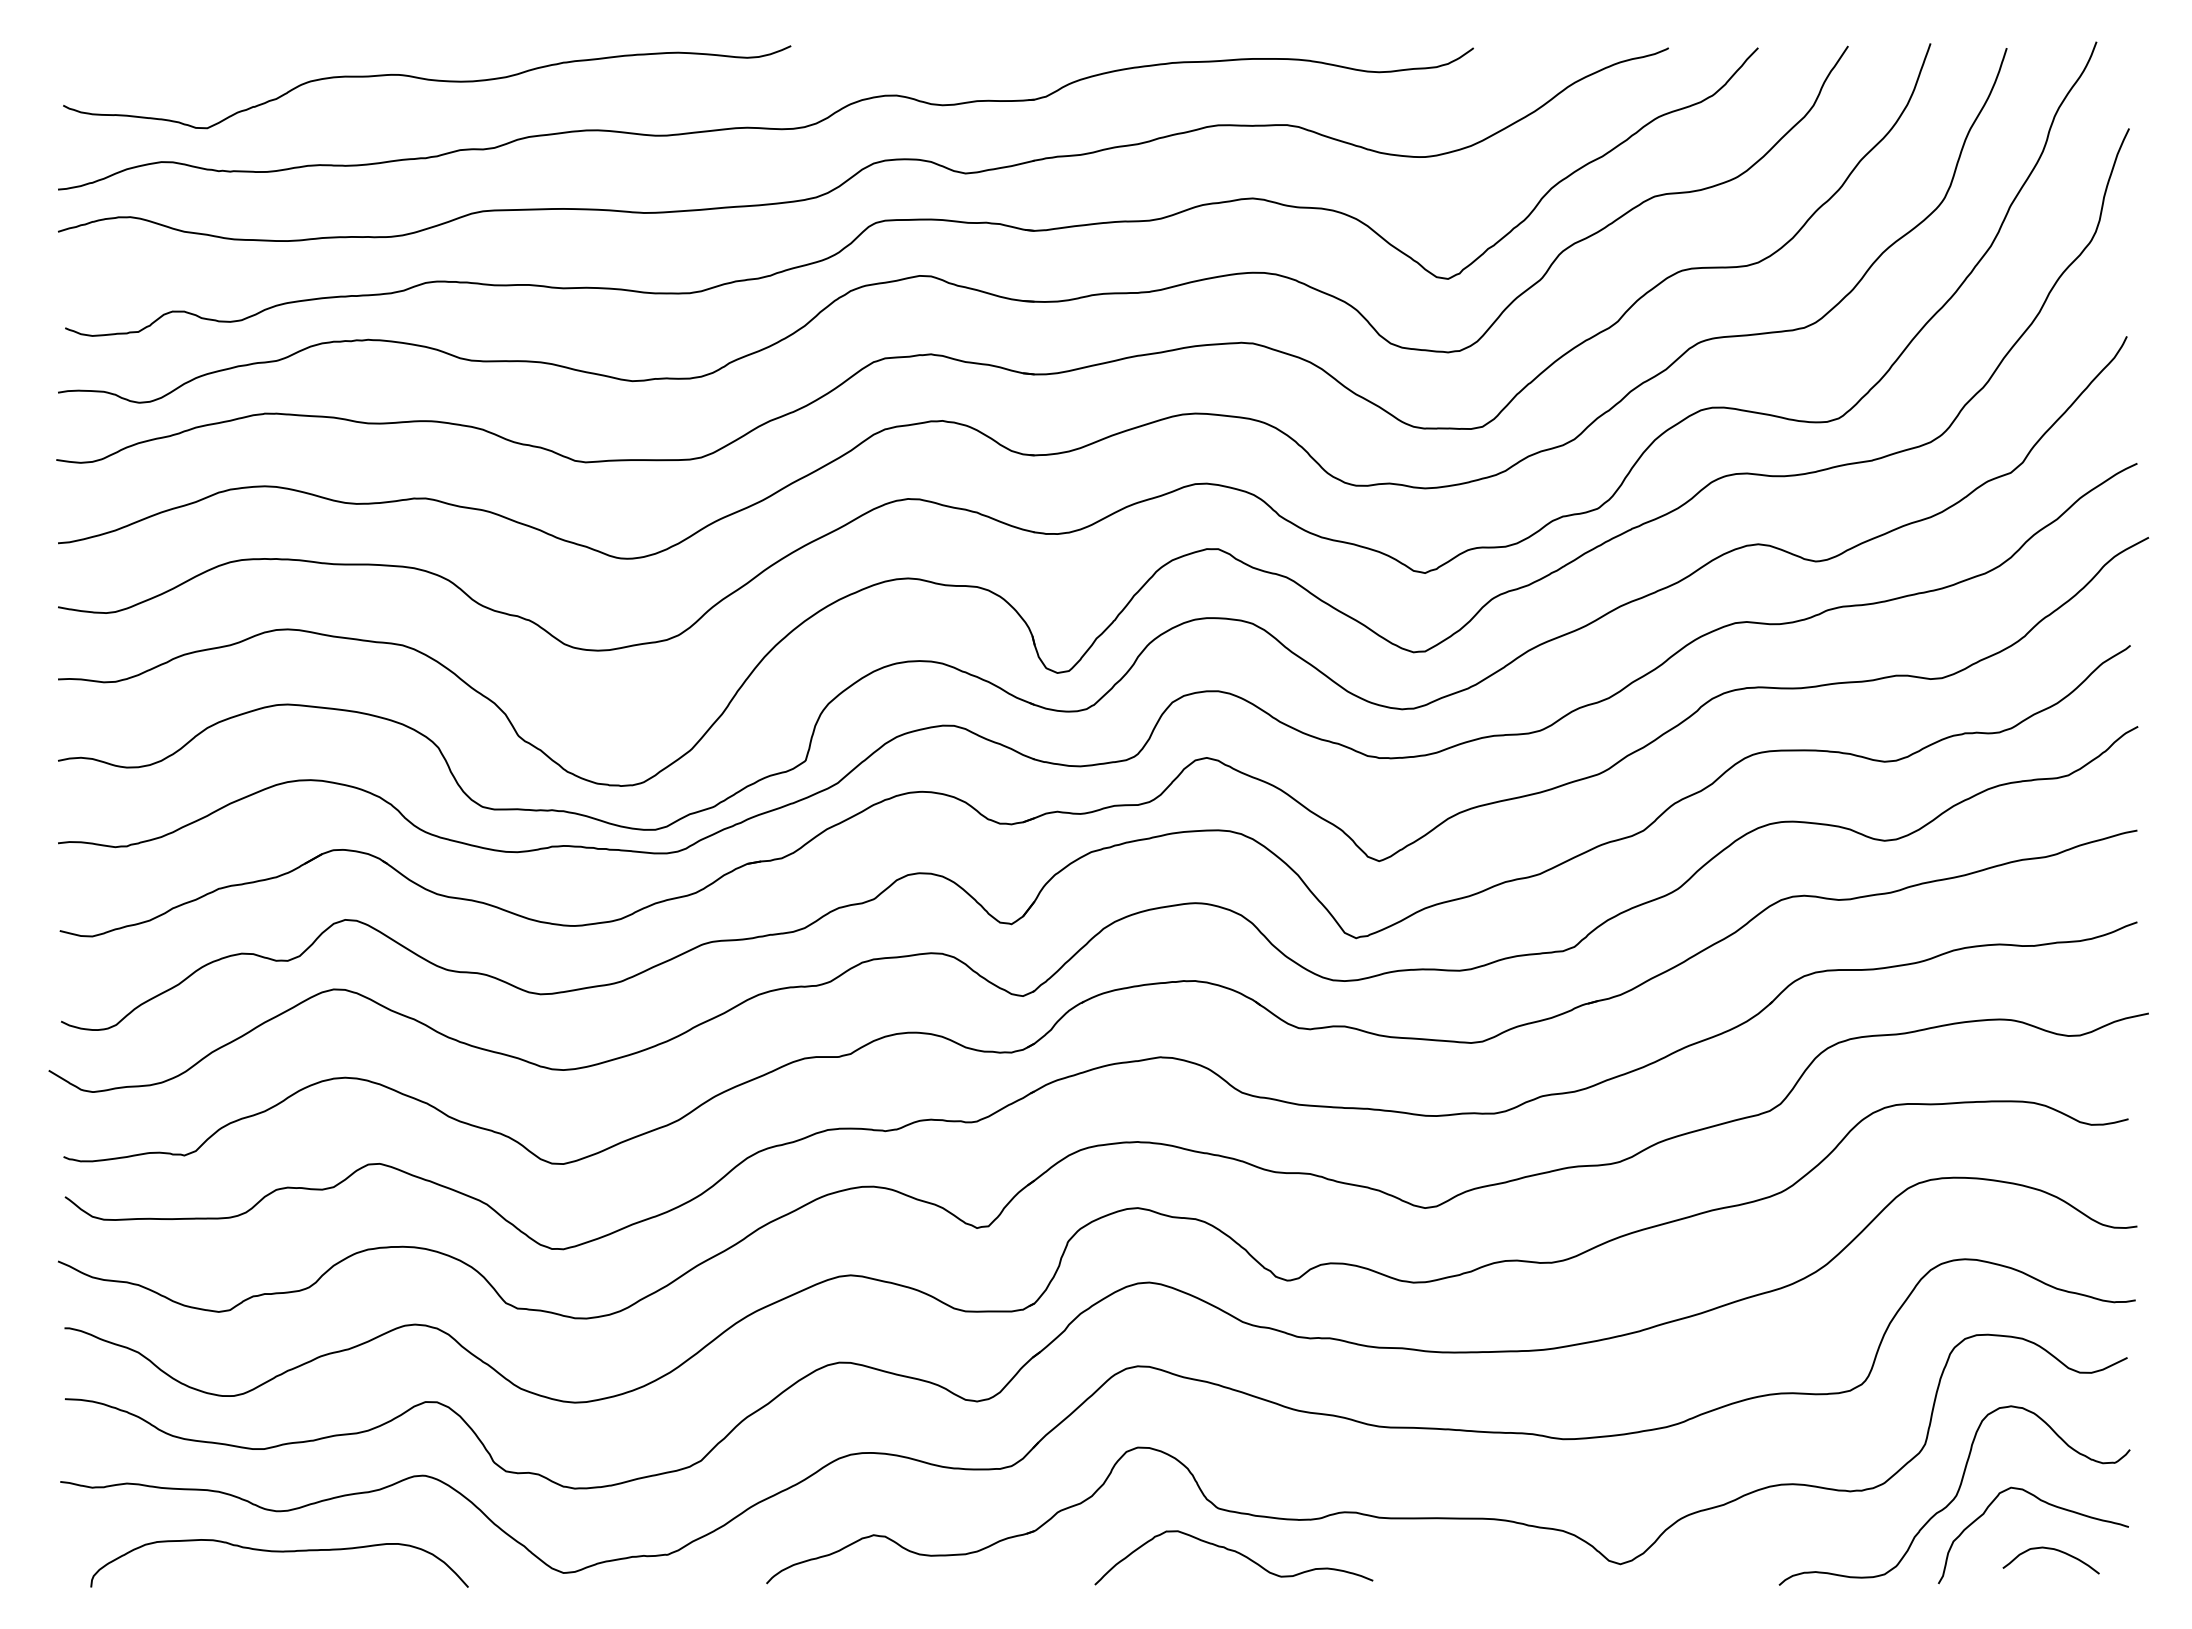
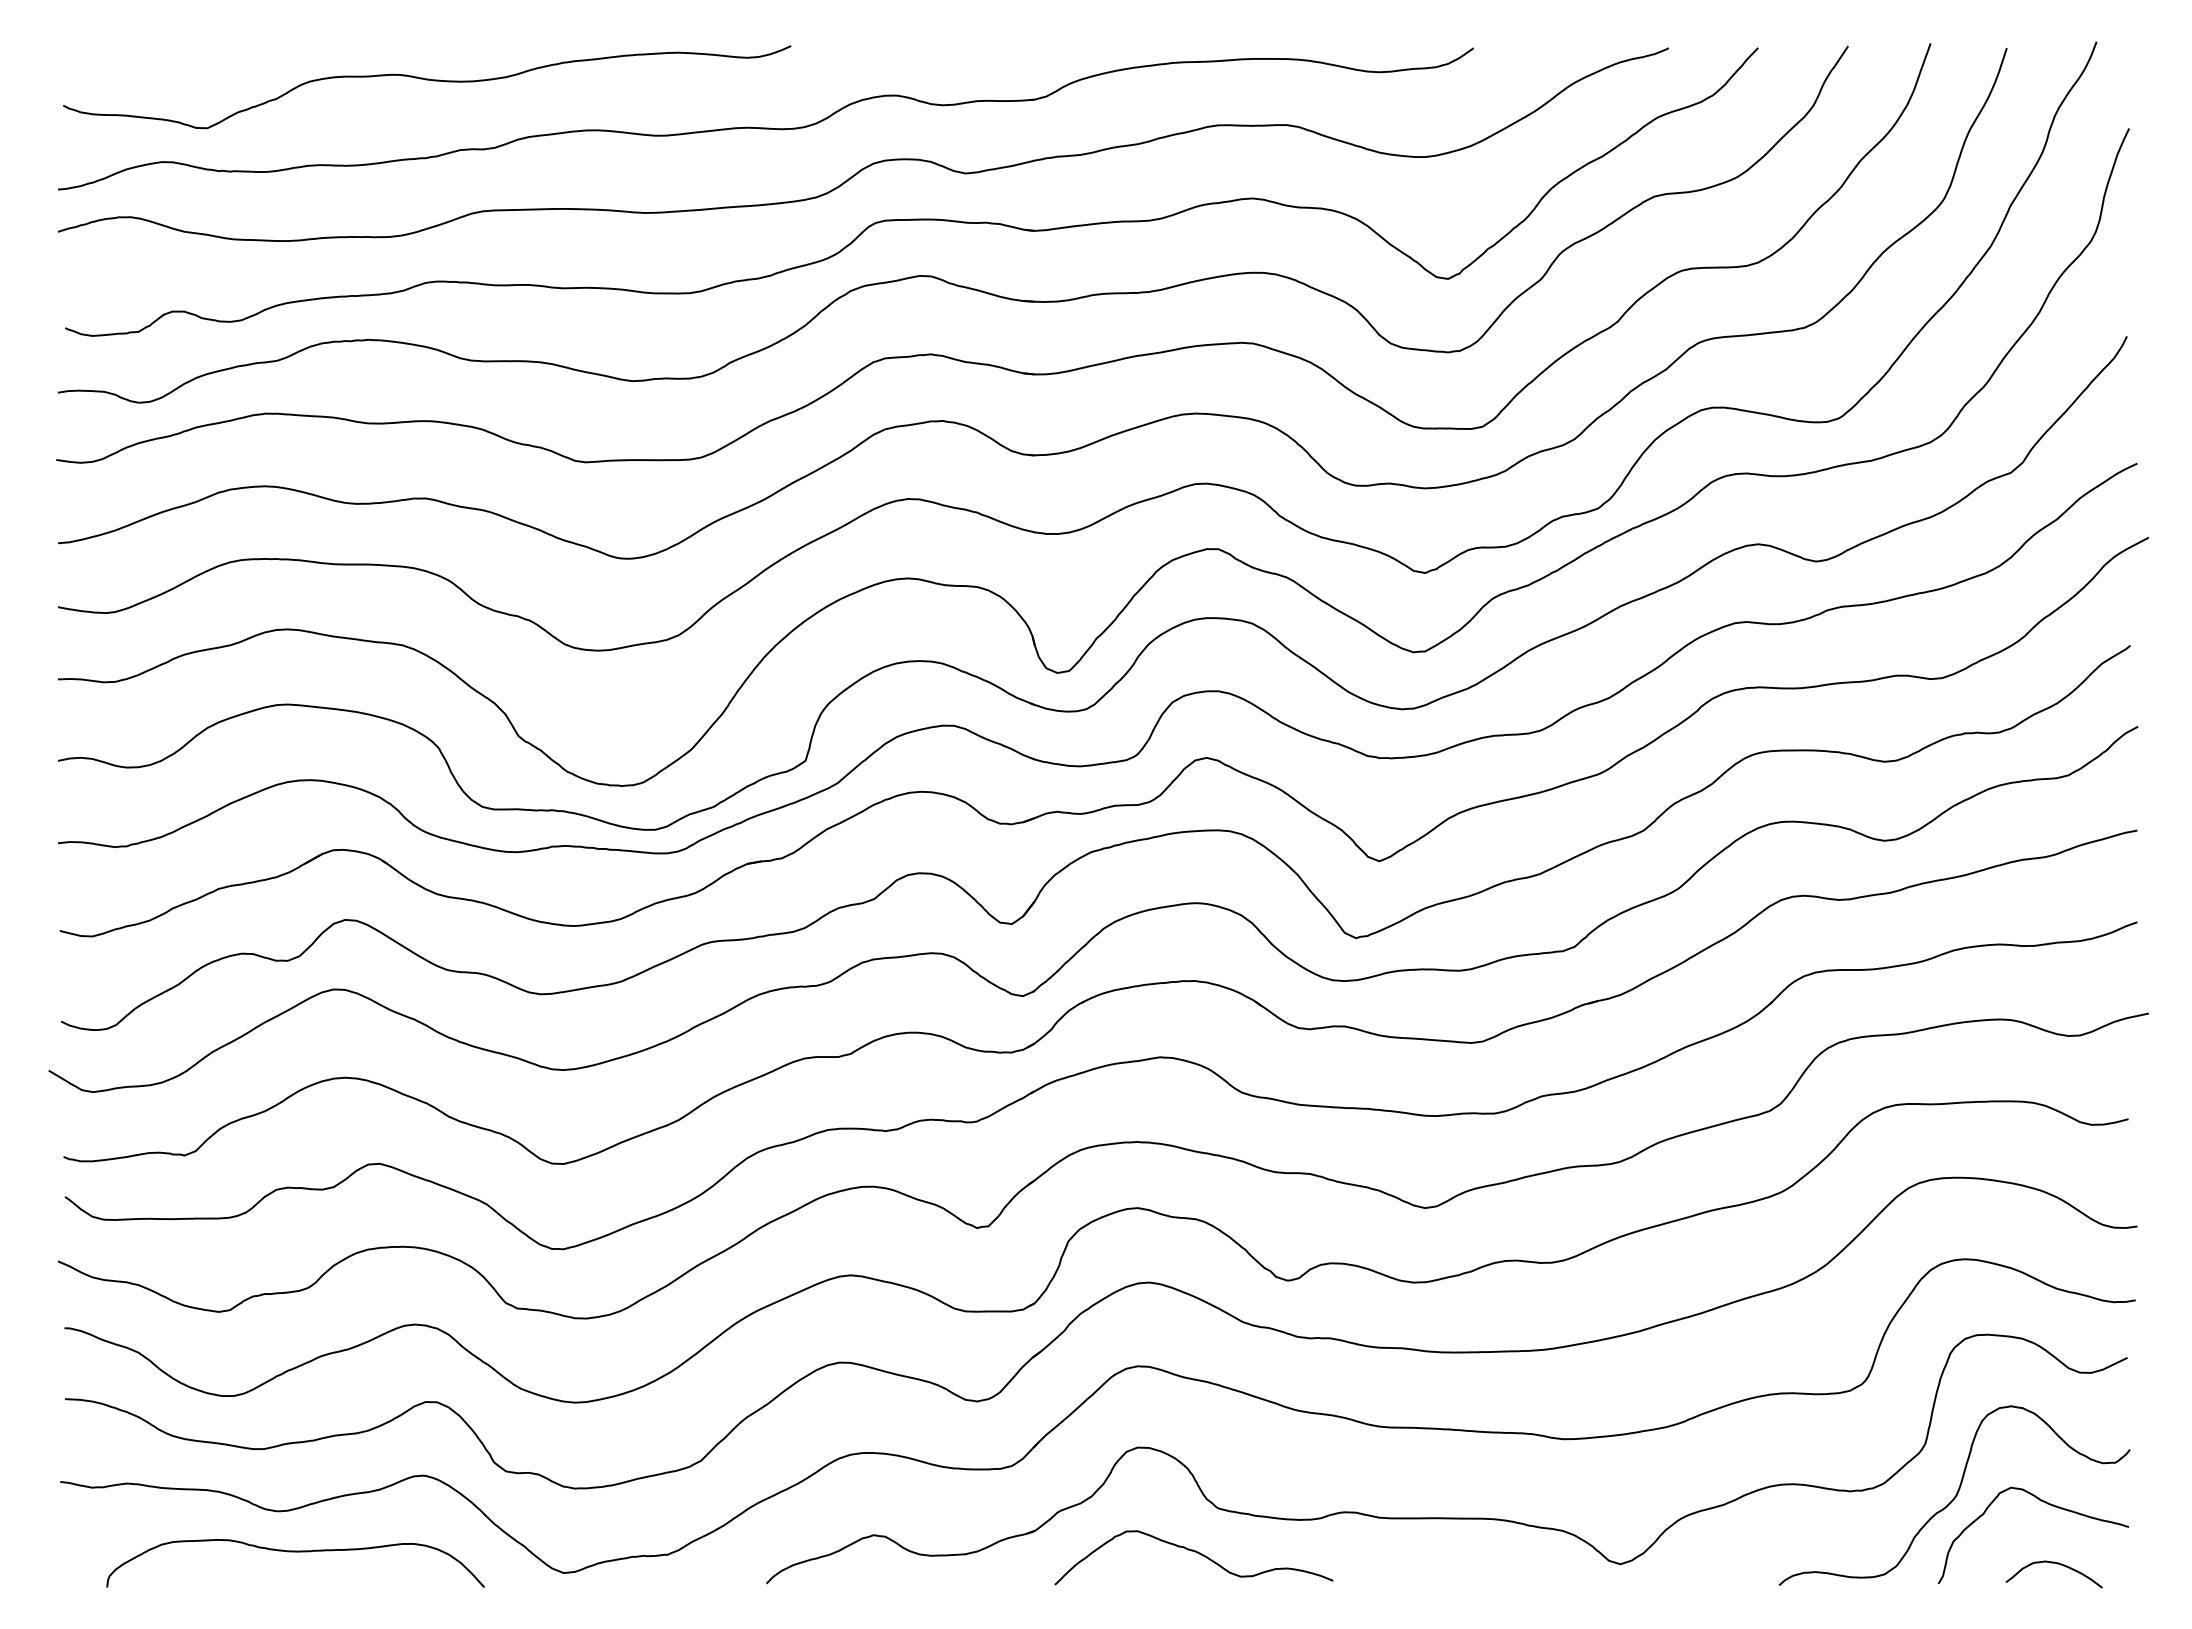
curve at (2054, 1550) position: (2054, 1550) -> (2057, 1564)
curve at (279, 1552) position: (279, 1552) -> (295, 1552)
curve at (1235, 1552) position: (1235, 1552) -> (1195, 1552)
